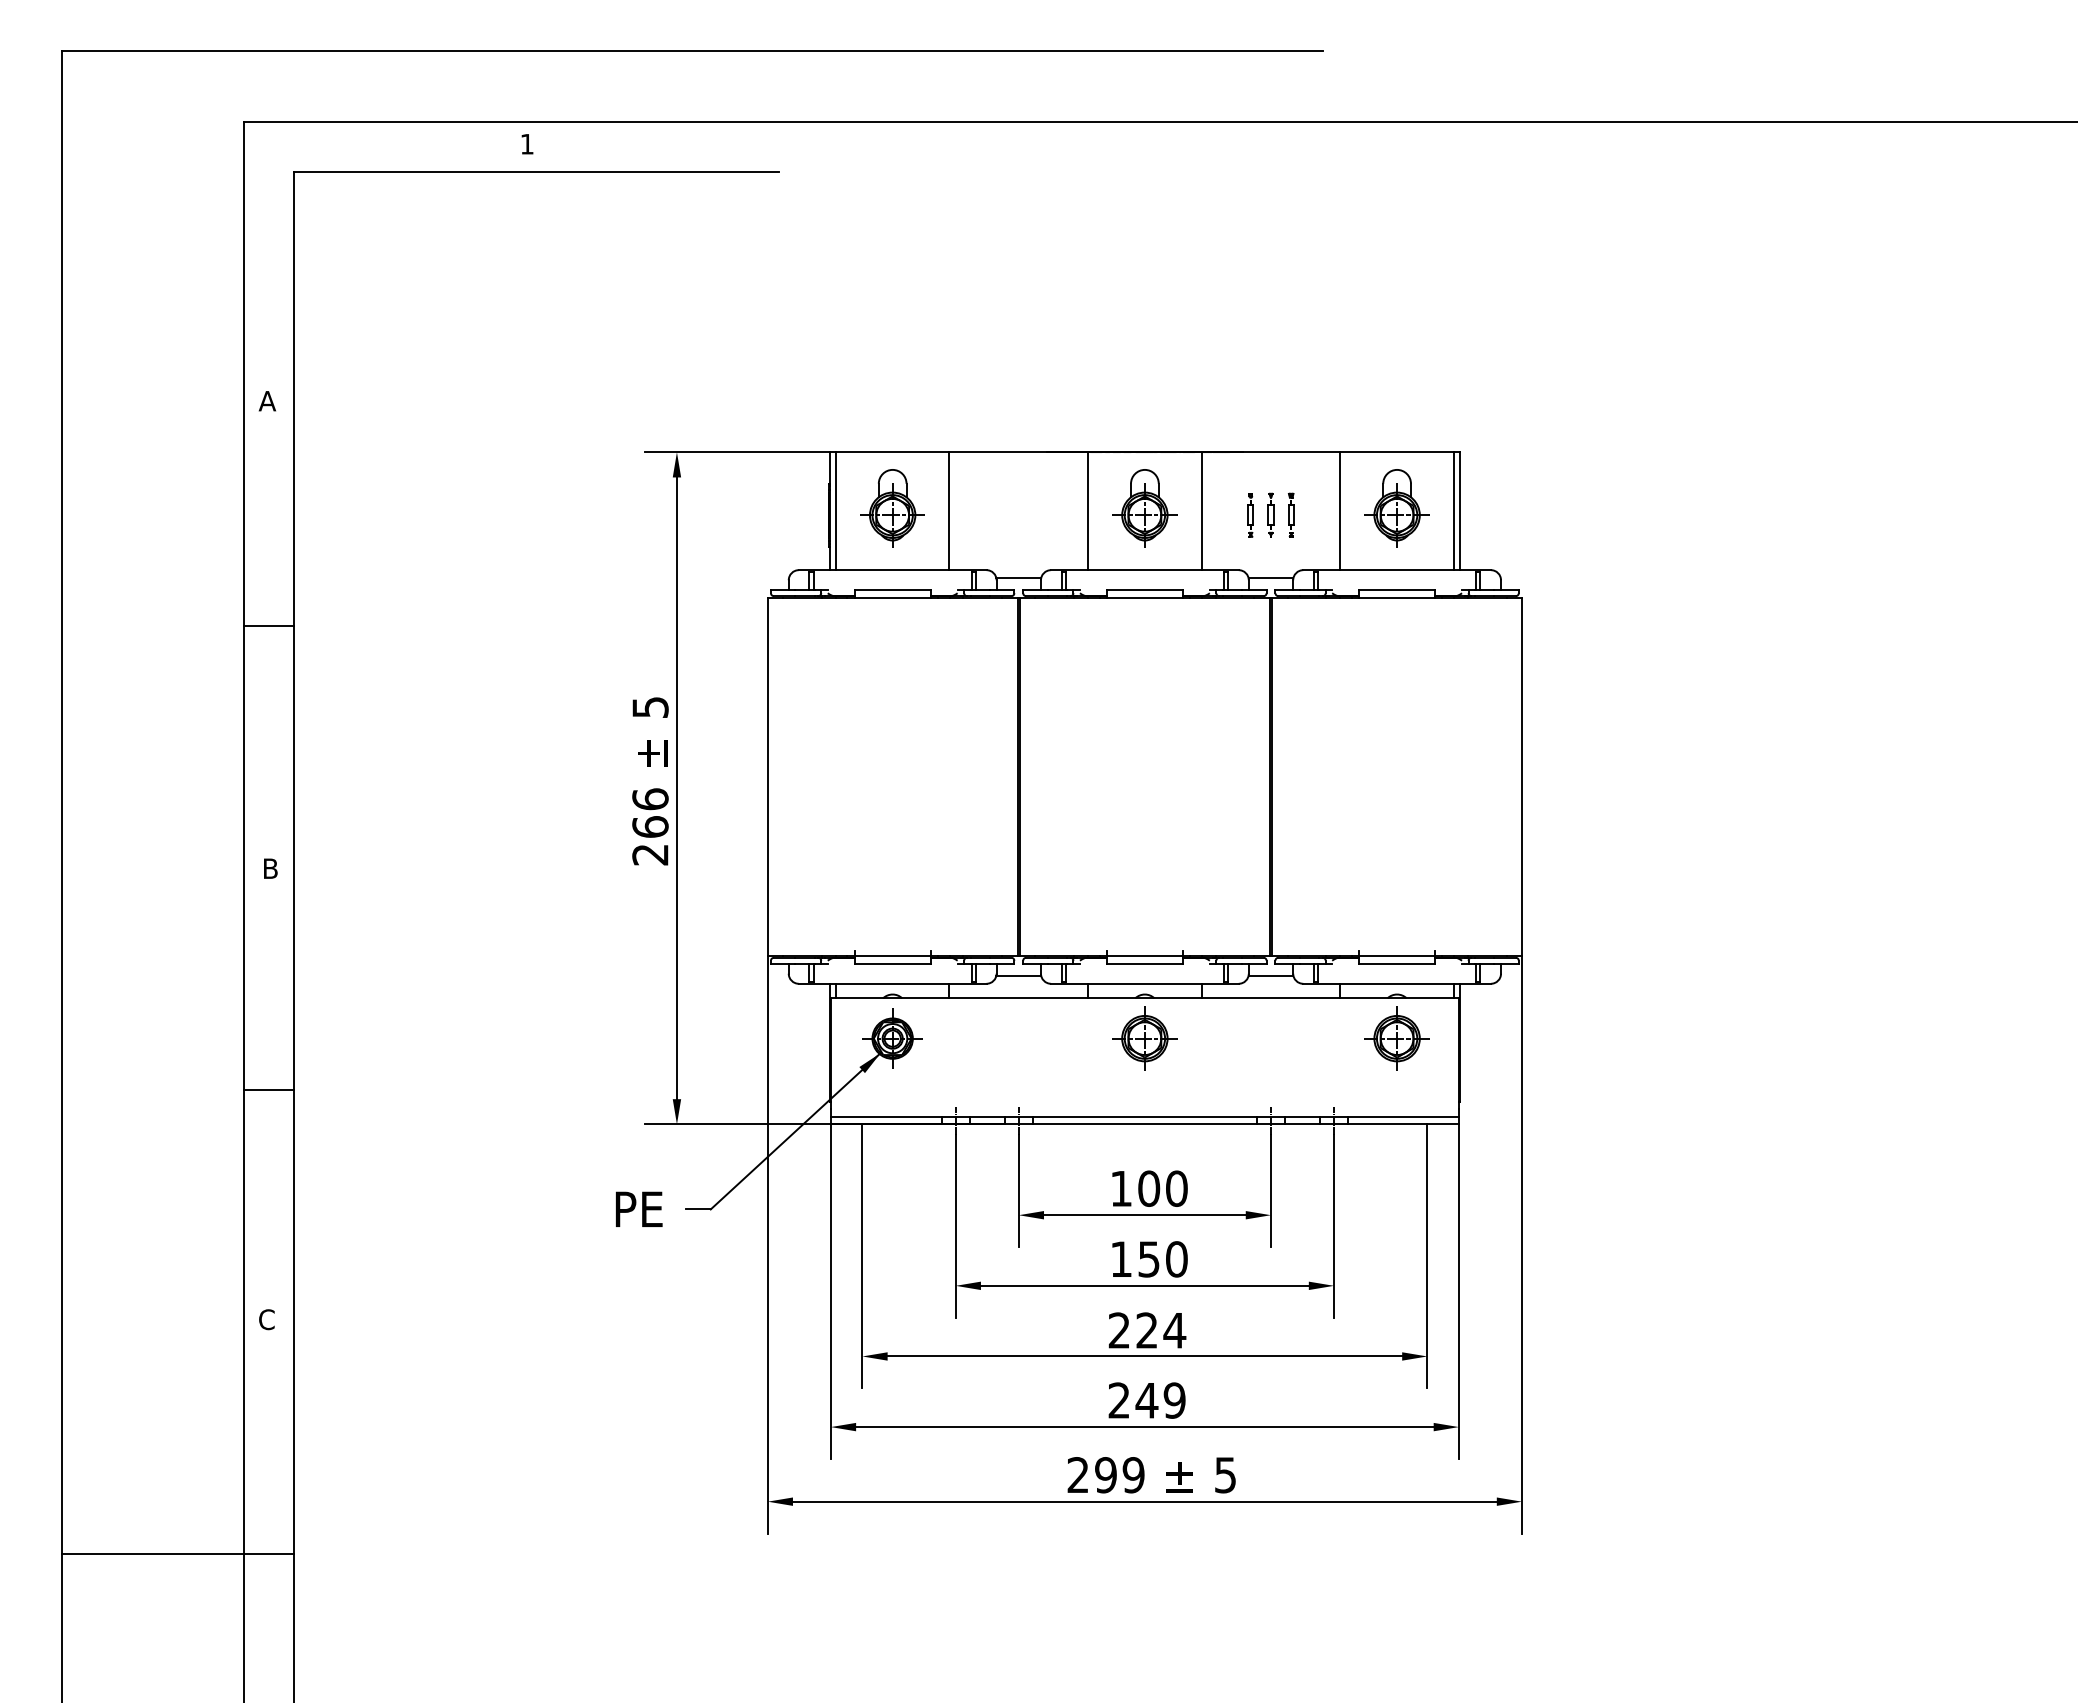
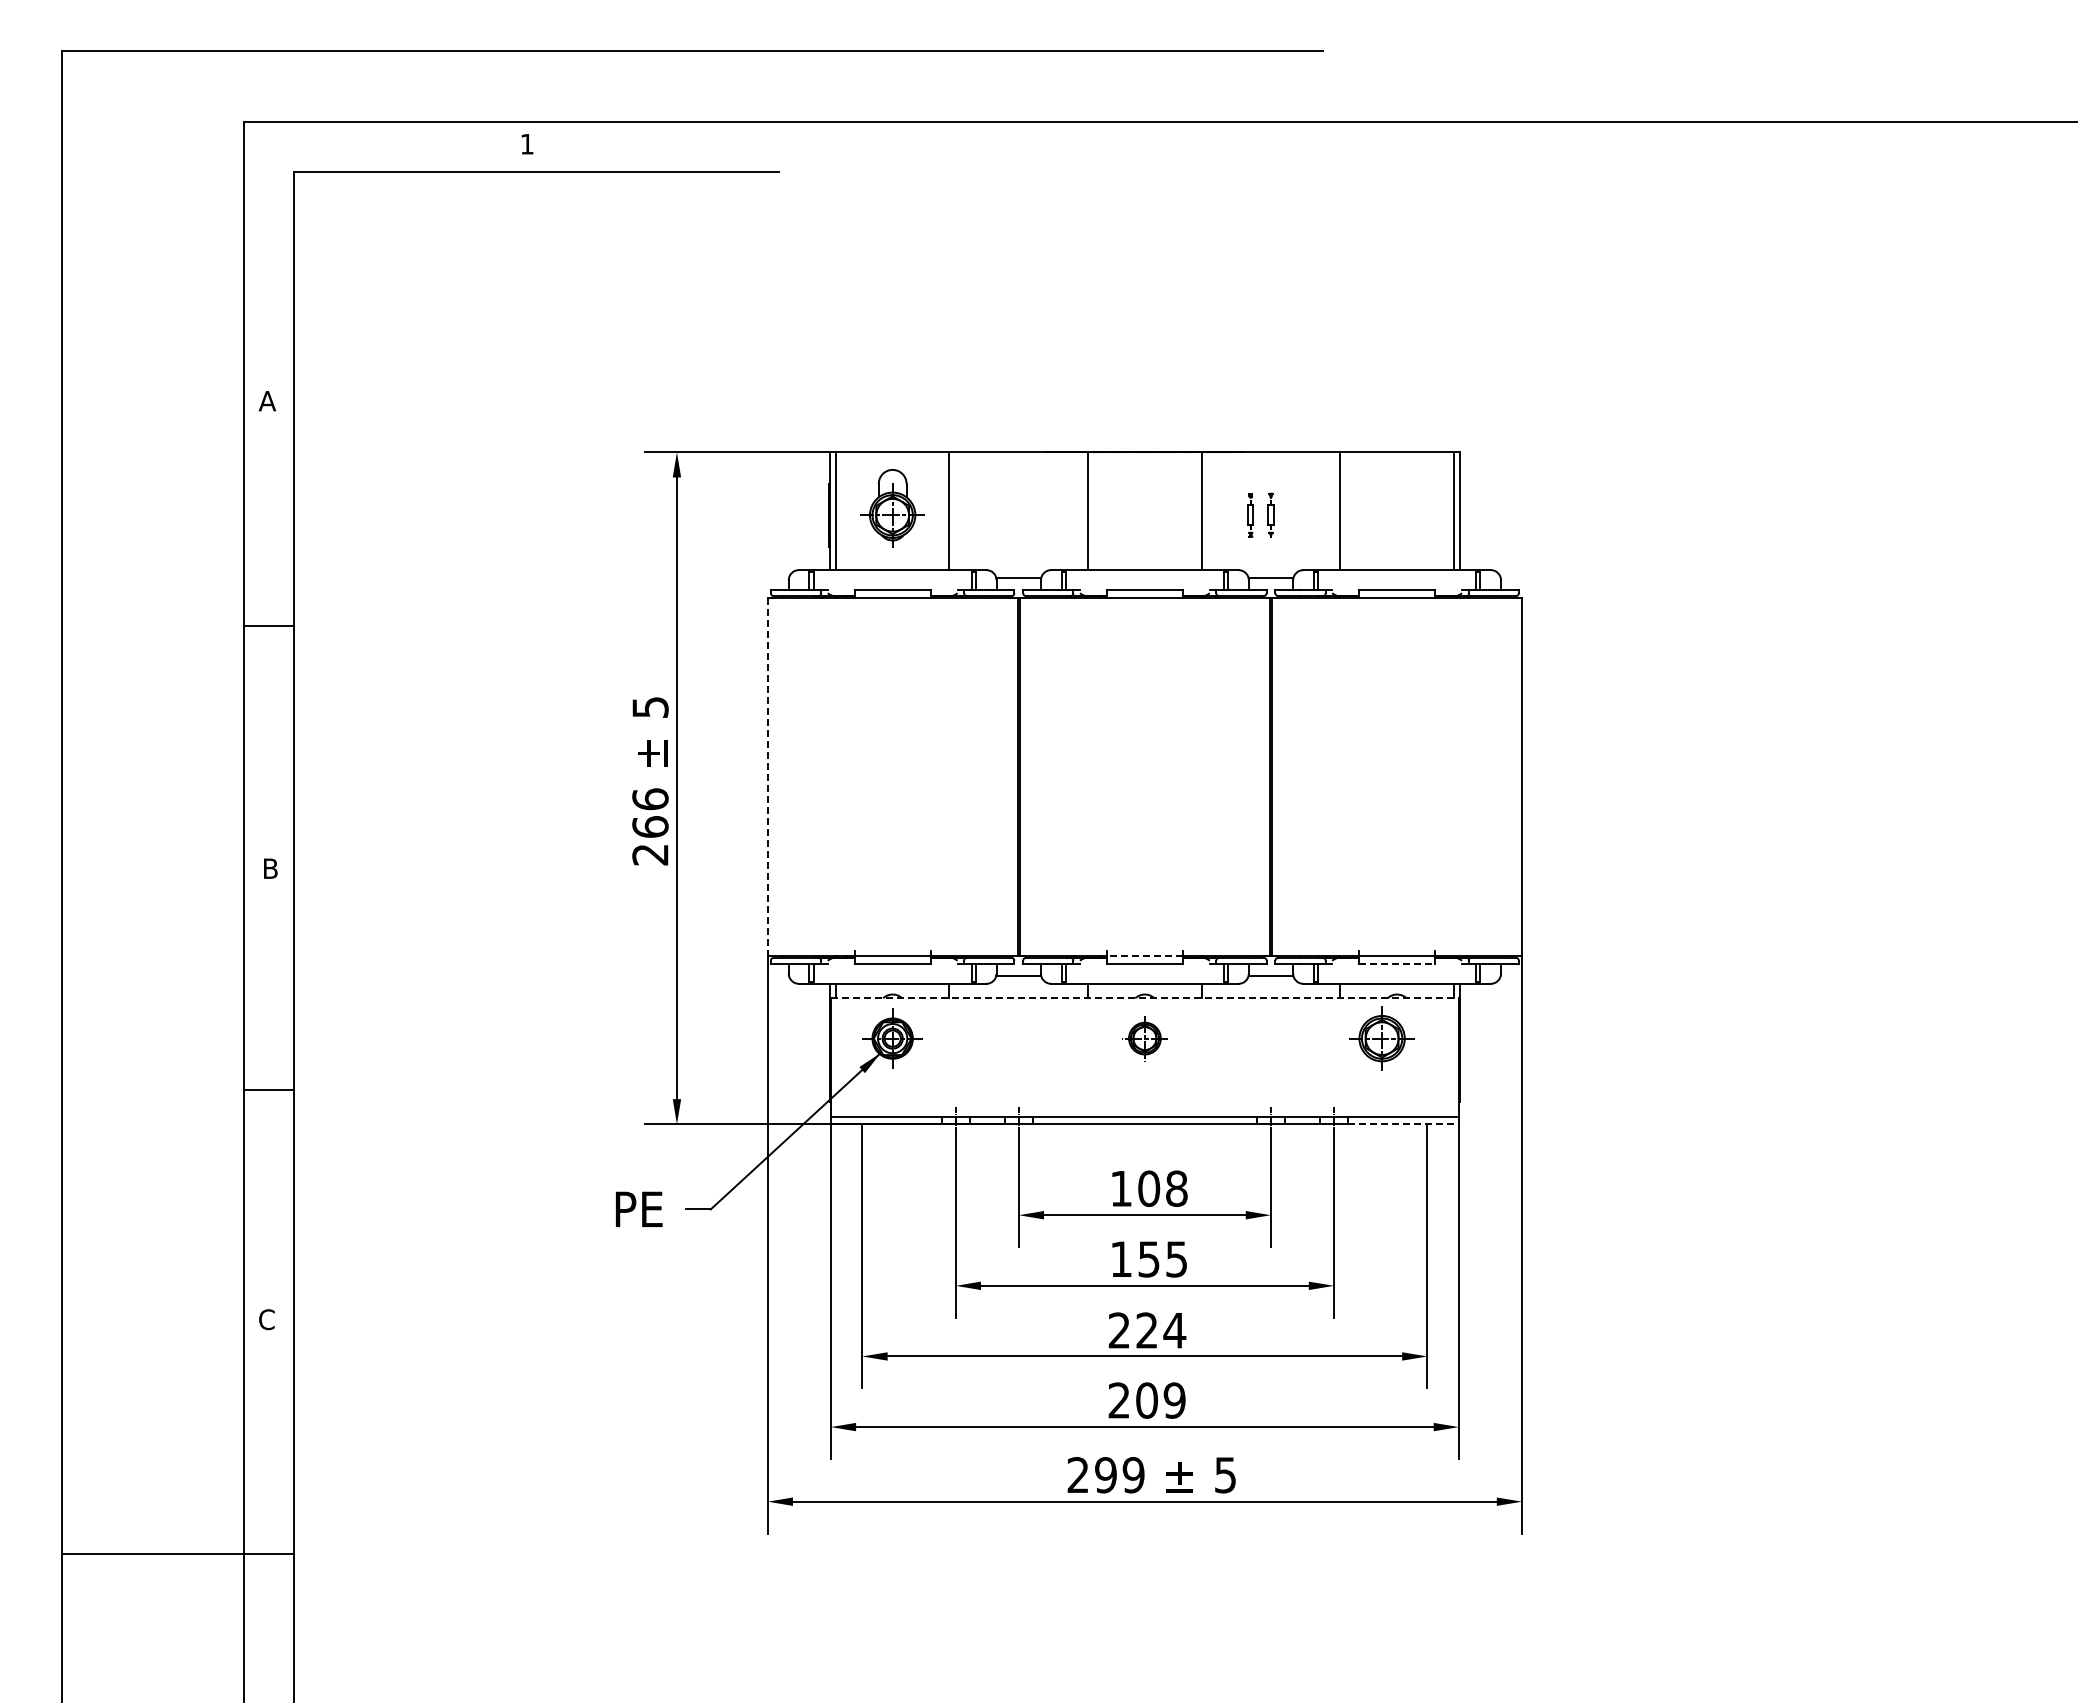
part at (1144, 508): present -> none
part at (1396, 508): present -> none
part at (1290, 514): present -> none
line at (767, 777): solid -> dashed
line at (1144, 956): solid -> dashed
line at (1397, 963): solid -> dashed
line at (1145, 998): solid -> dashed
part at (1144, 1038) size: 66x65 px -> 46x46 px
part at (1396, 1038) position: (1396, 1038) -> (1381, 1038)
line at (1403, 1124): solid -> dashed
text at (1176, 1188): 100 -> 108
text at (1176, 1259): 150 -> 155
text at (1146, 1400): 249 -> 209
